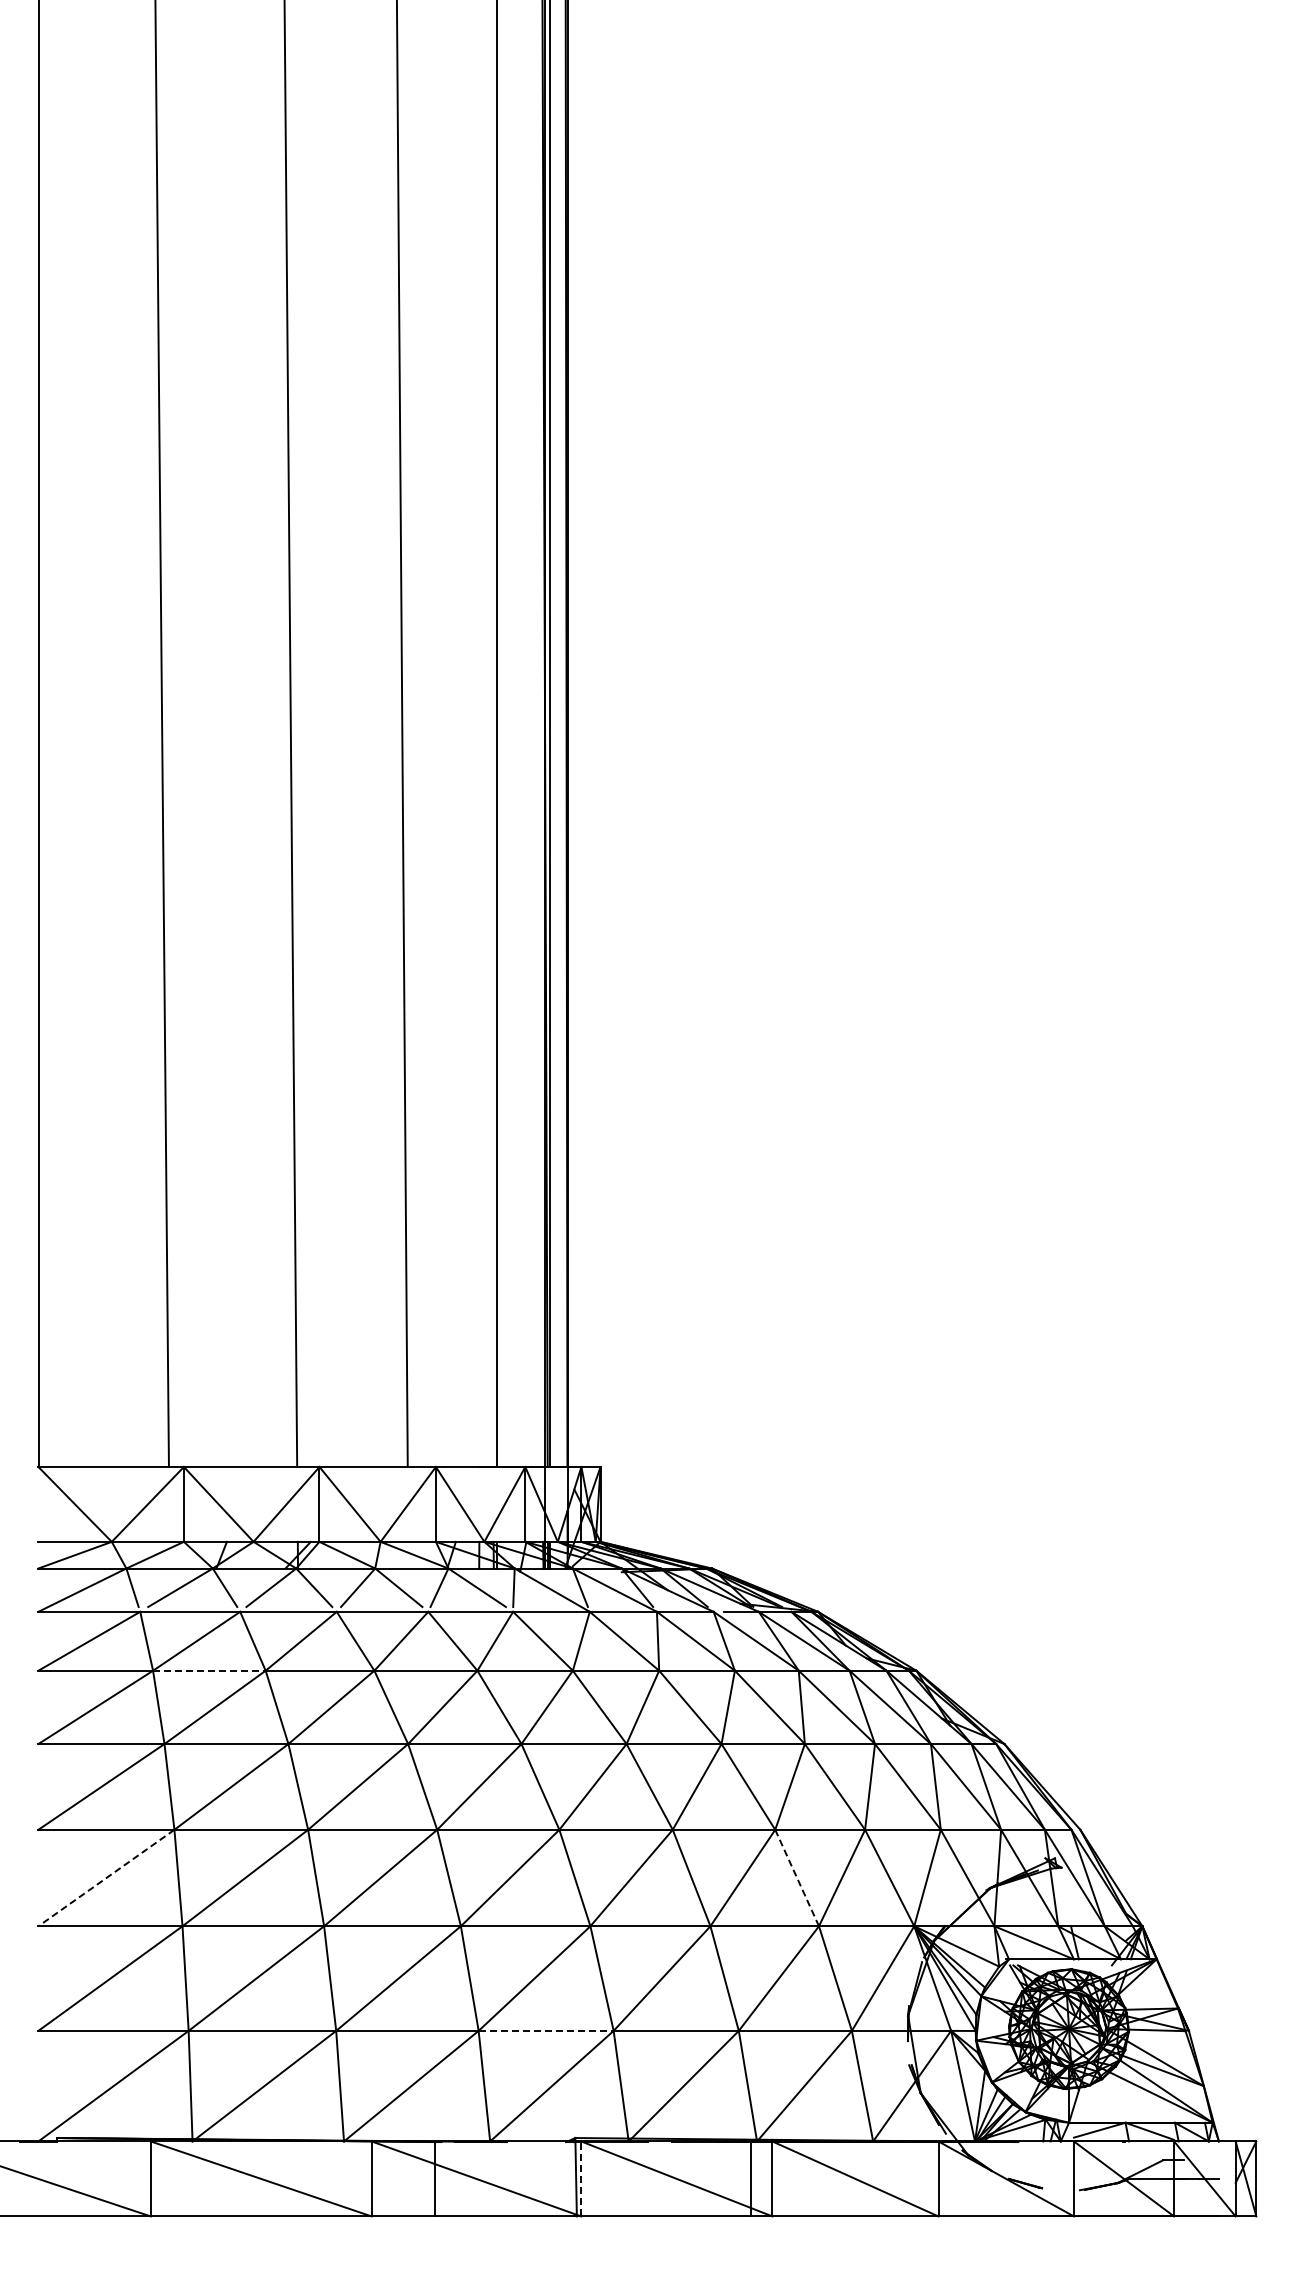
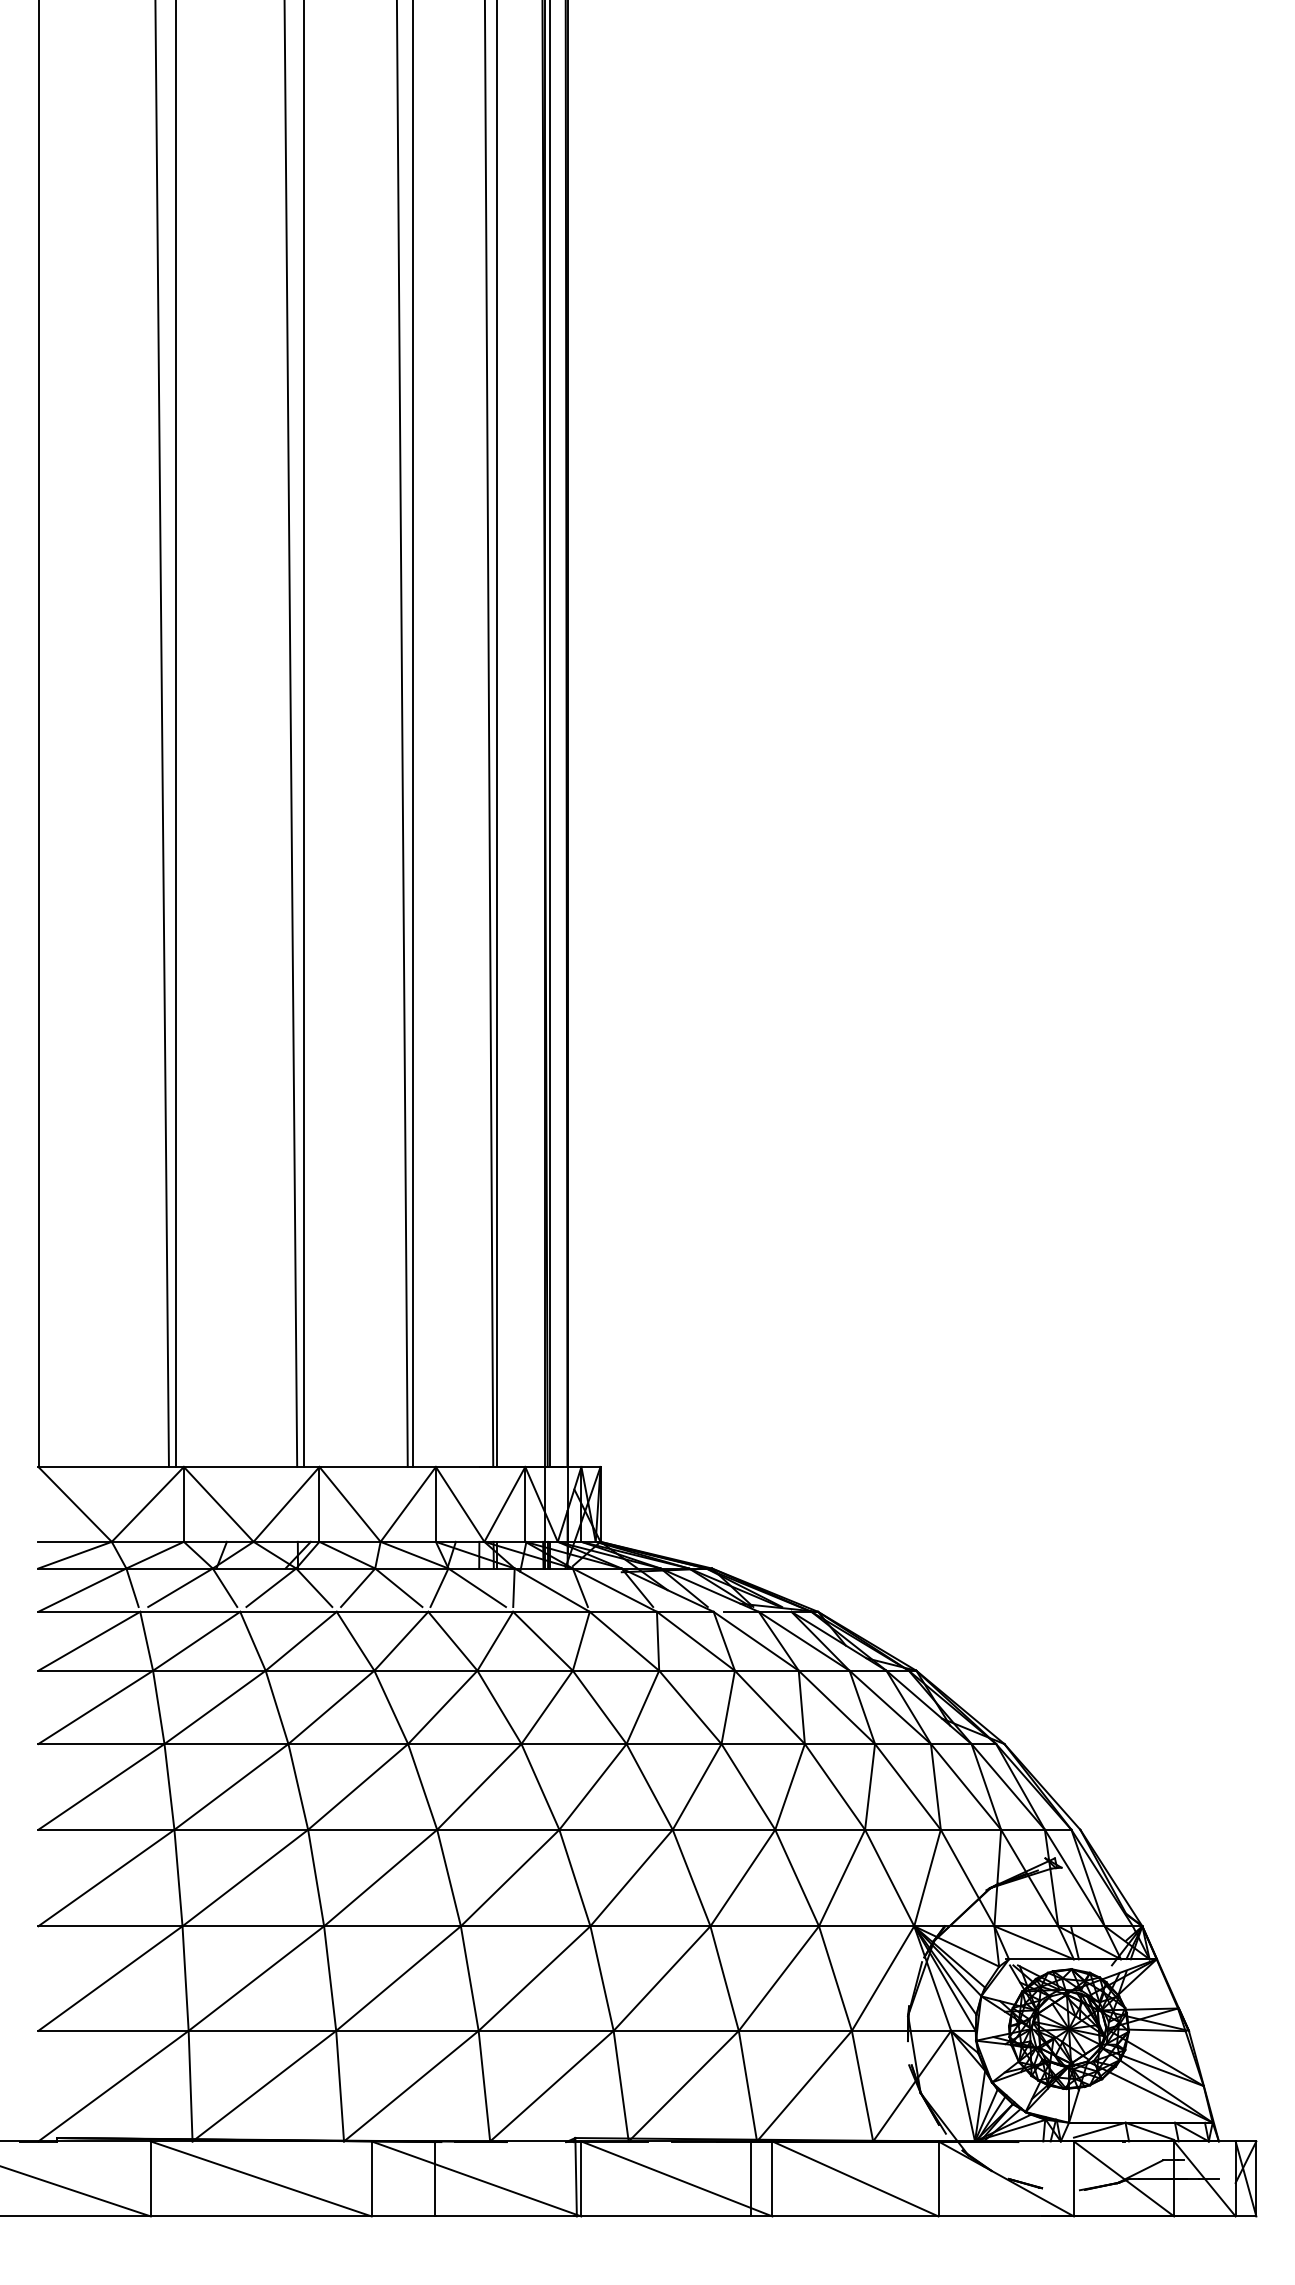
line at (175, 734): none -> present
line at (303, 734): none -> present
line at (413, 734): none -> present
line at (488, 734): none -> present
line at (209, 1670): dashed -> solid
line at (106, 1878): dashed -> solid
line at (797, 1878): dashed -> solid
line at (546, 2030): dashed -> solid
line at (581, 2178): dashed -> solid
